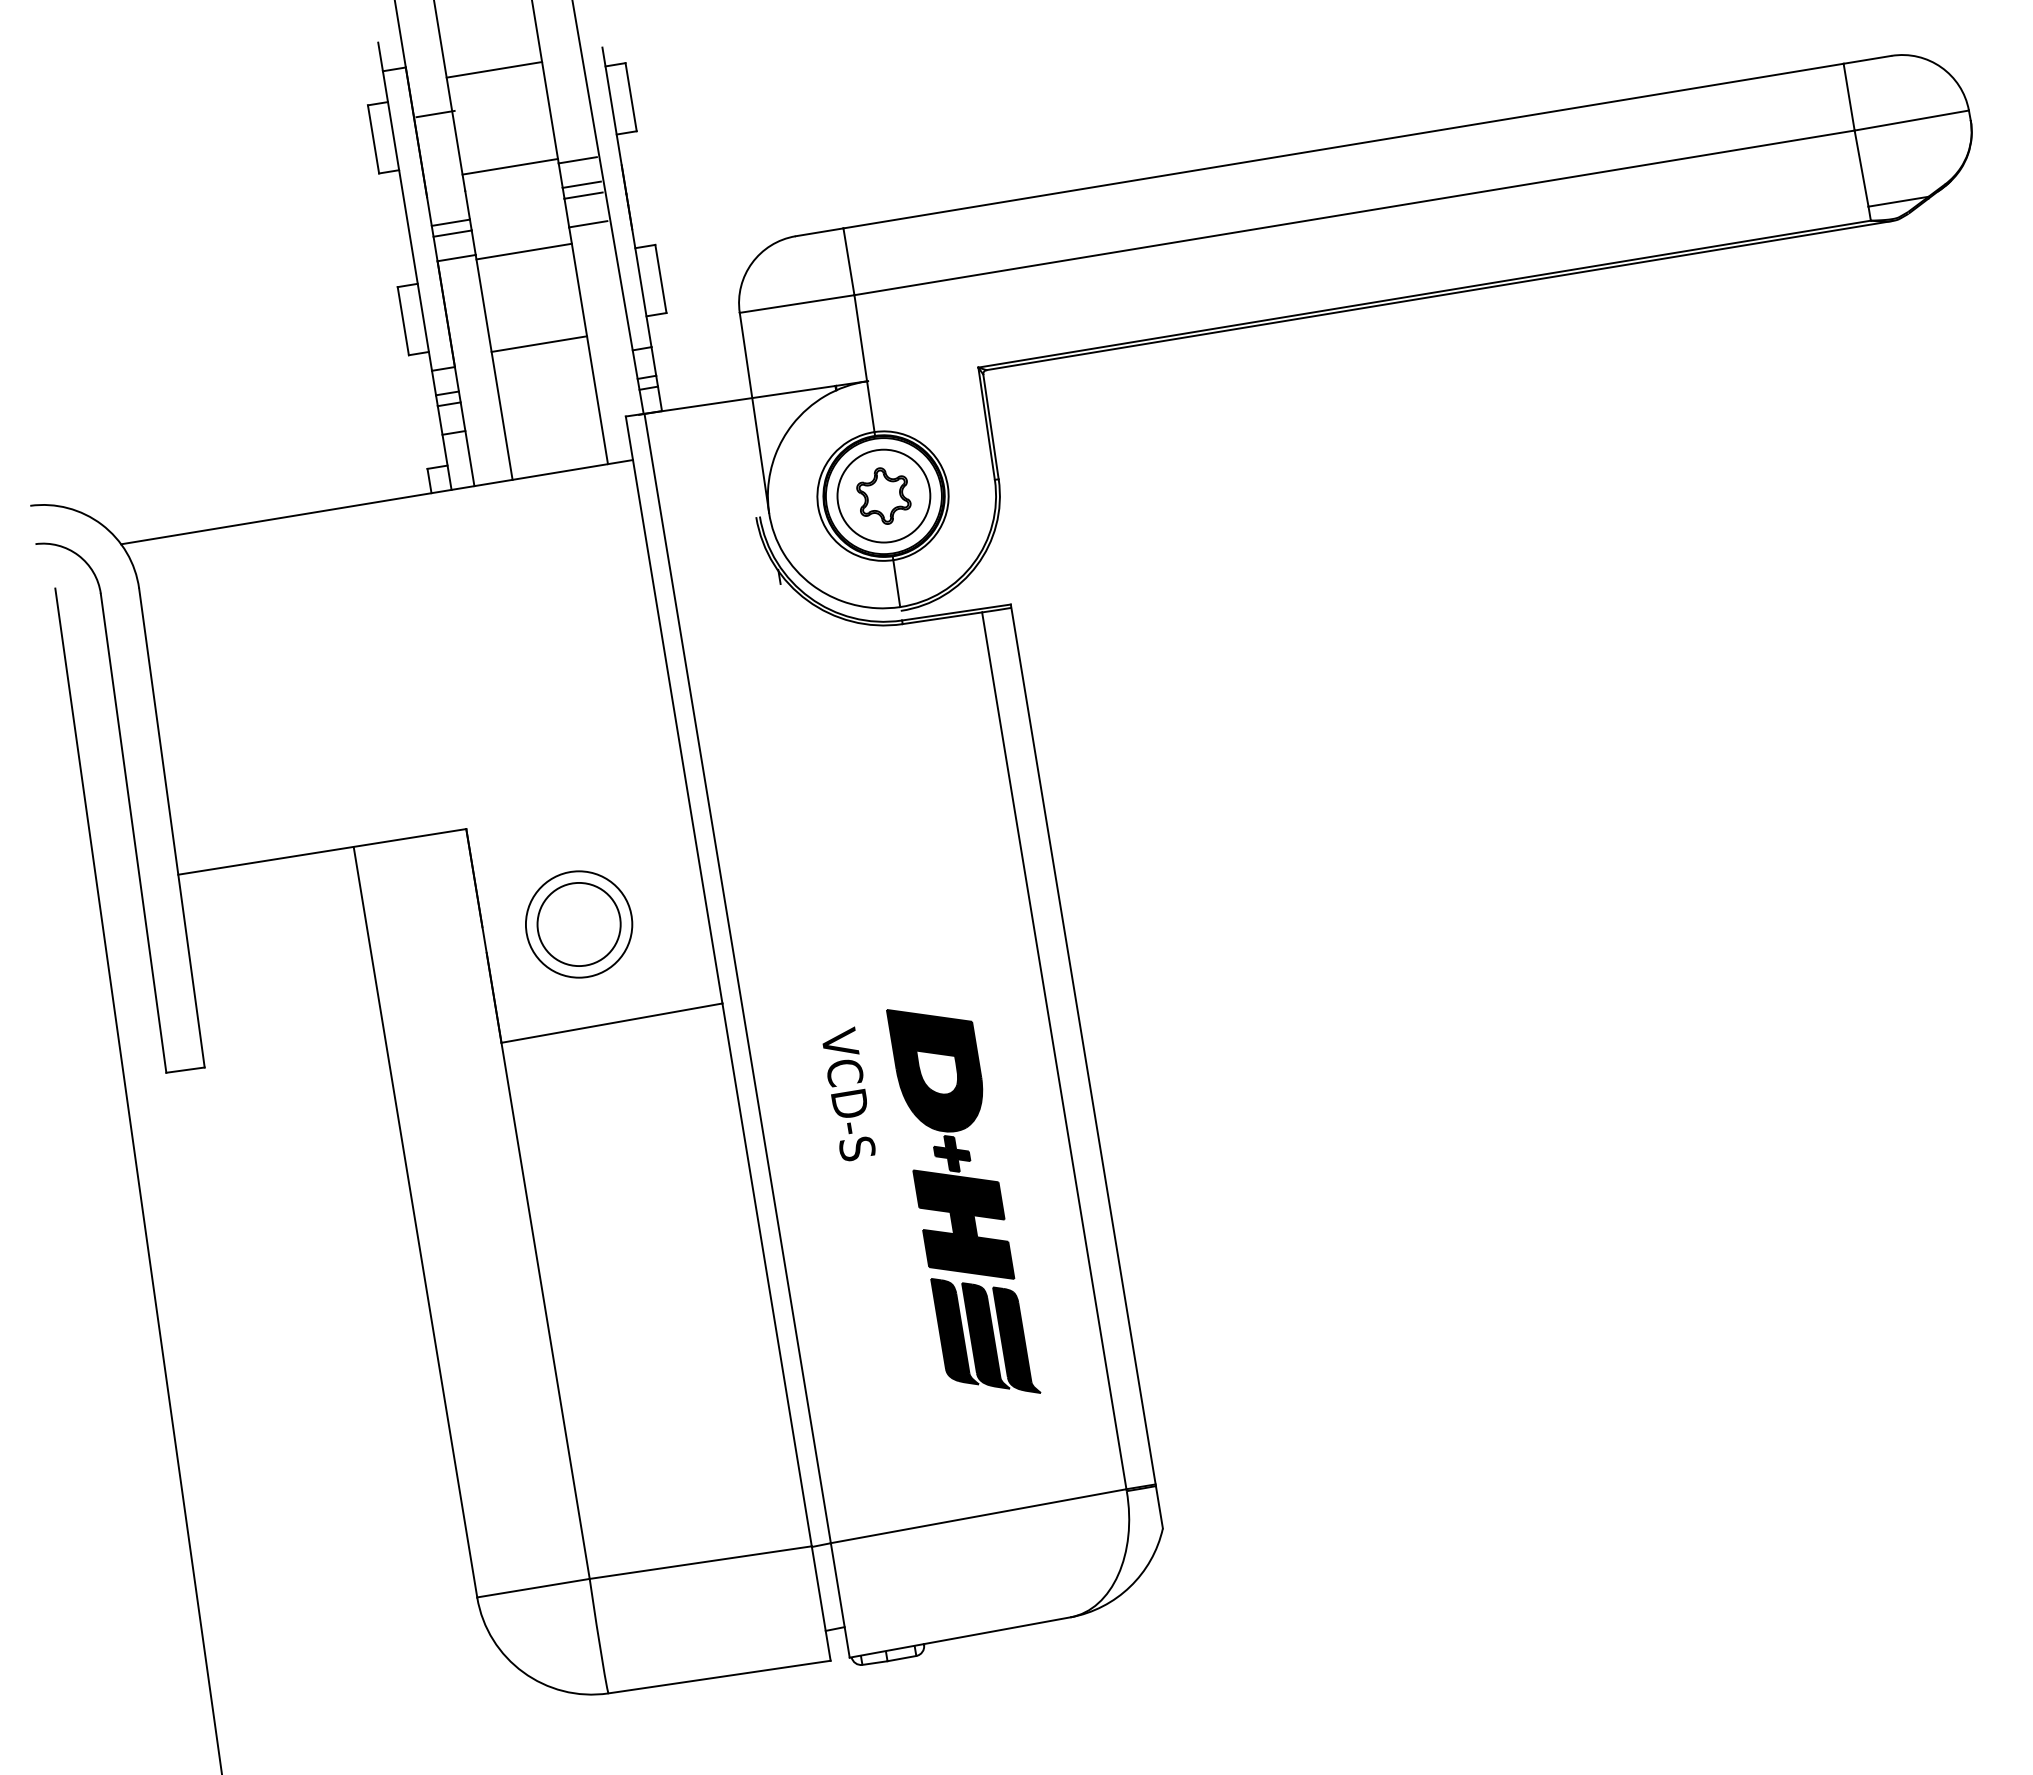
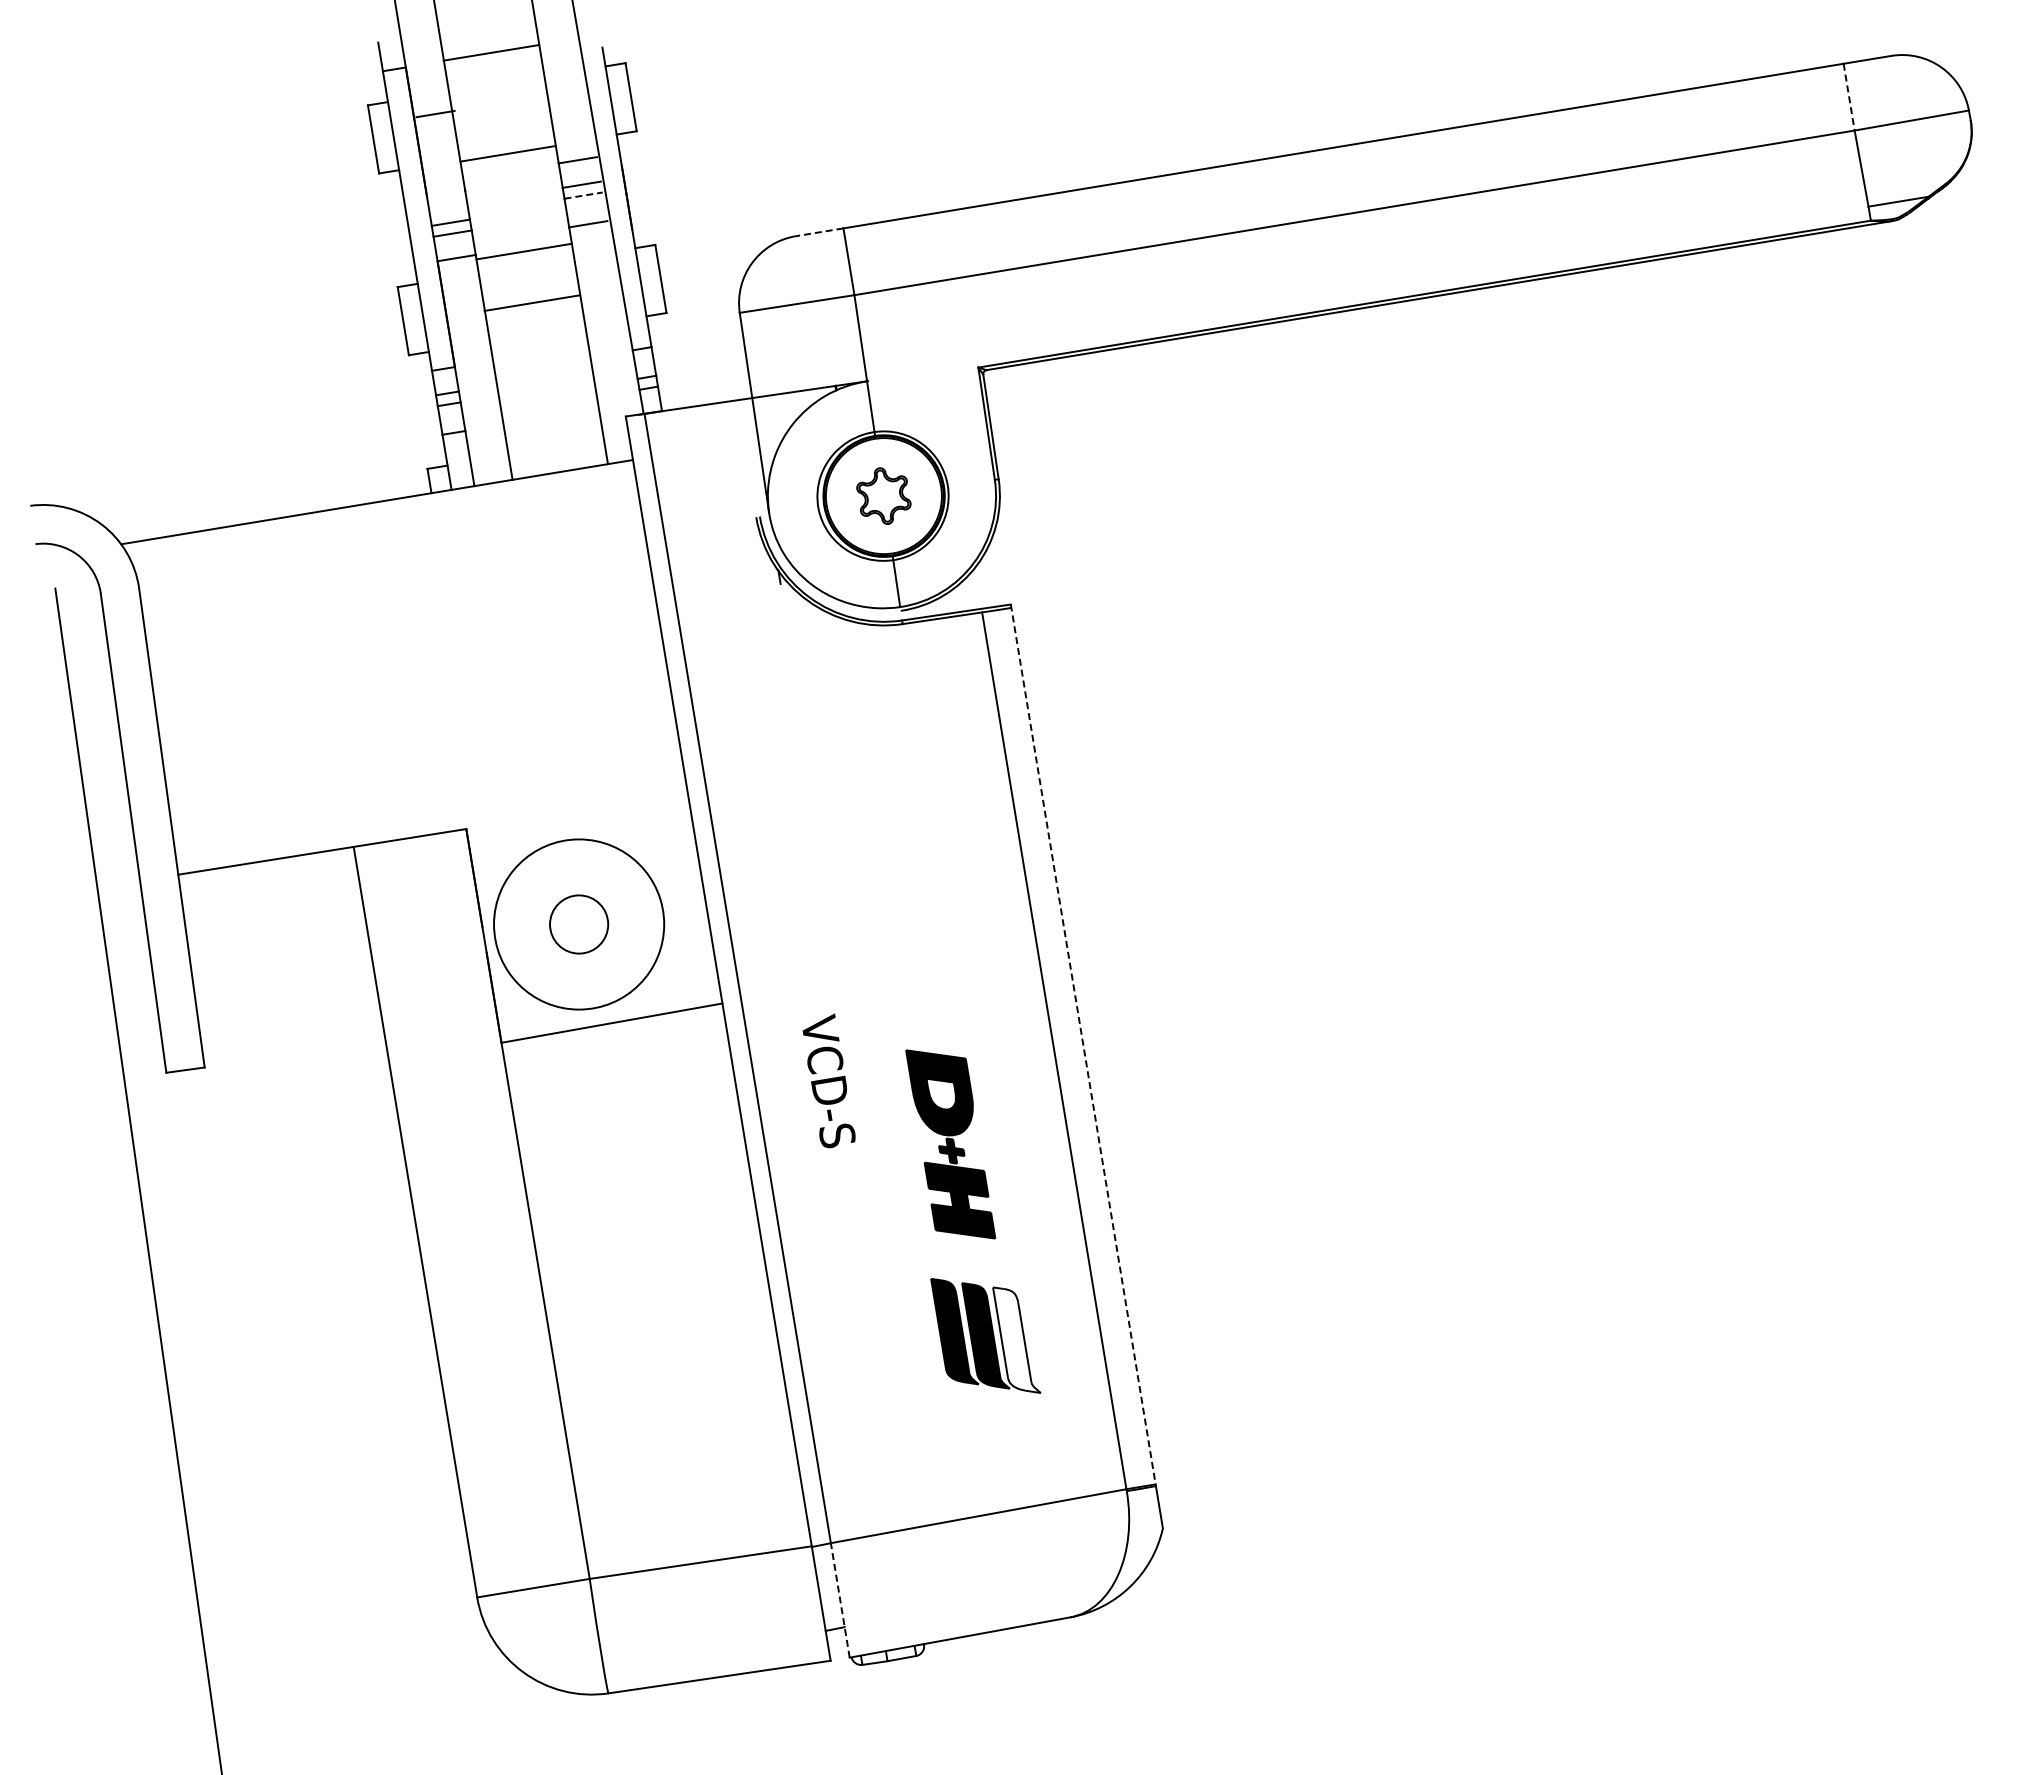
line at (494, 69) position: (494, 69) -> (491, 52)
line at (1849, 97): solid -> dashed
line at (510, 166) position: (510, 166) -> (508, 153)
line at (584, 195): solid -> dashed
line at (819, 232): solid -> dashed
line at (539, 343) position: (539, 343) -> (532, 302)
circle at (883, 495): present -> none
circle at (578, 924) diameter: 106 px -> 170 px
circle at (578, 924) diameter: 83 px -> 58 px
line at (1083, 1045): solid -> dashed
text at (848, 1093) position: (848, 1093) -> (828, 1080)
part at (950, 1144) size: 130x271 px -> 92x191 px
fill at (1016, 1340): present -> none
line at (840, 1599): solid -> dashed
